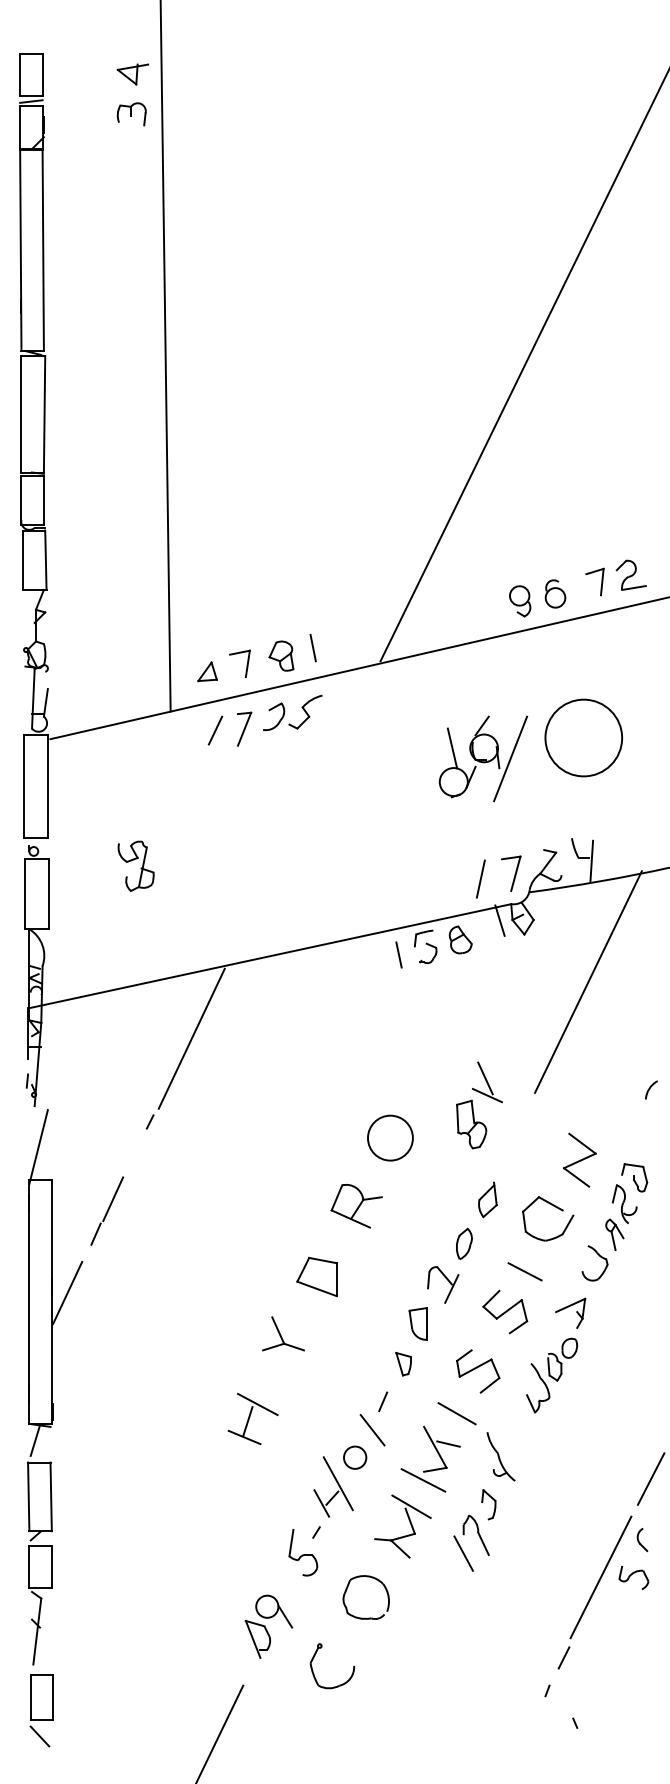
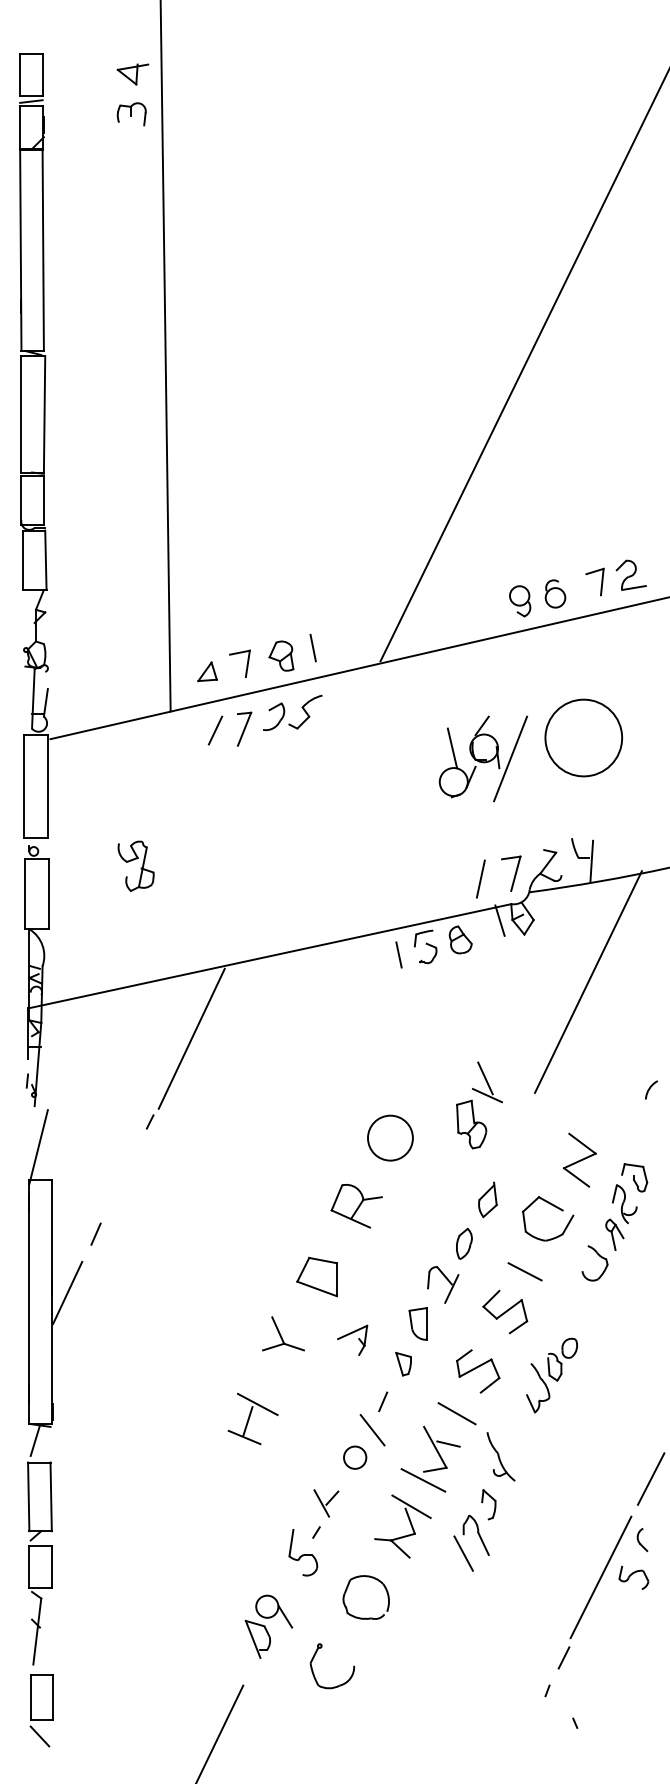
line at (113, 1198): present -> none
part at (570, 1312) position: (570, 1312) -> (352, 1339)
line at (337, 1483): present -> none
